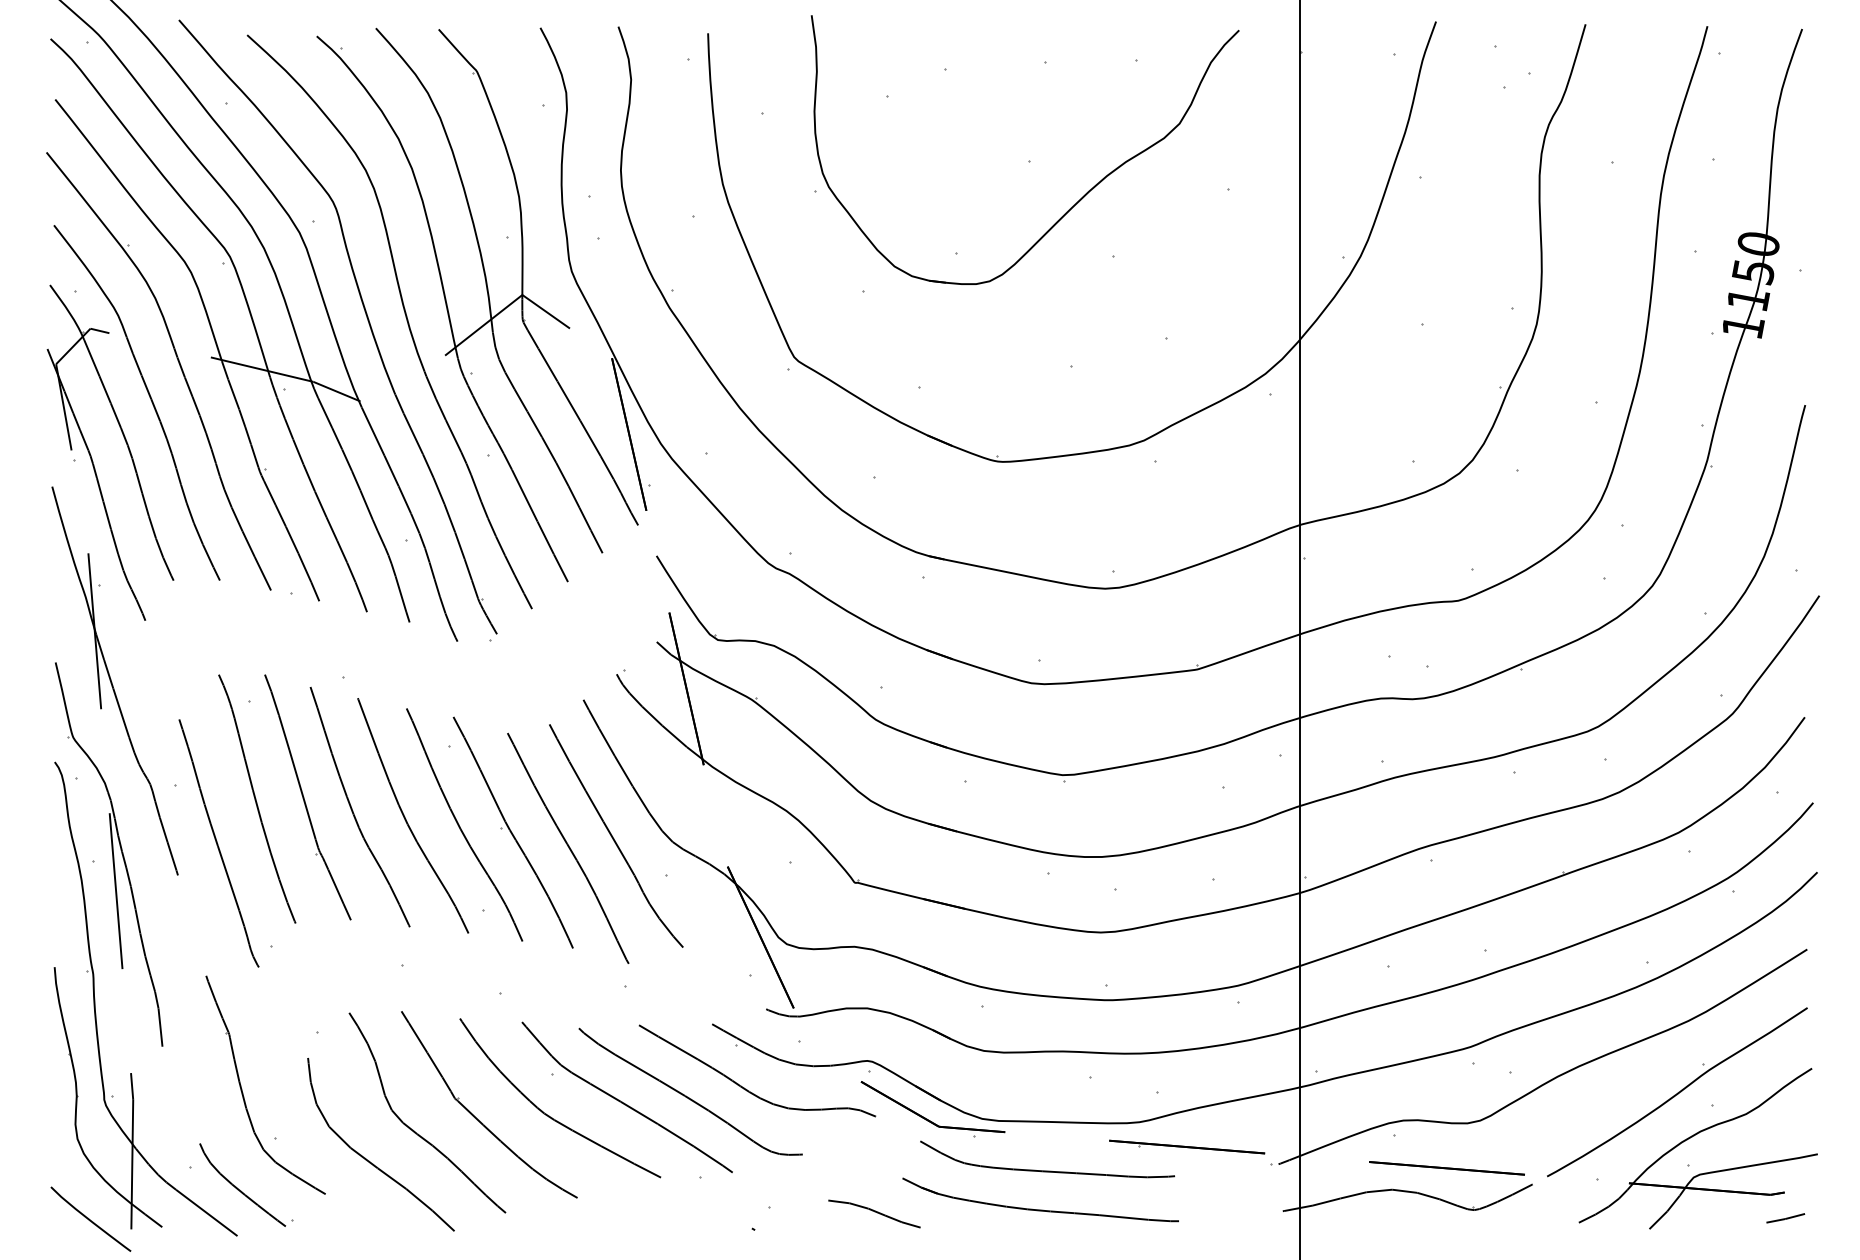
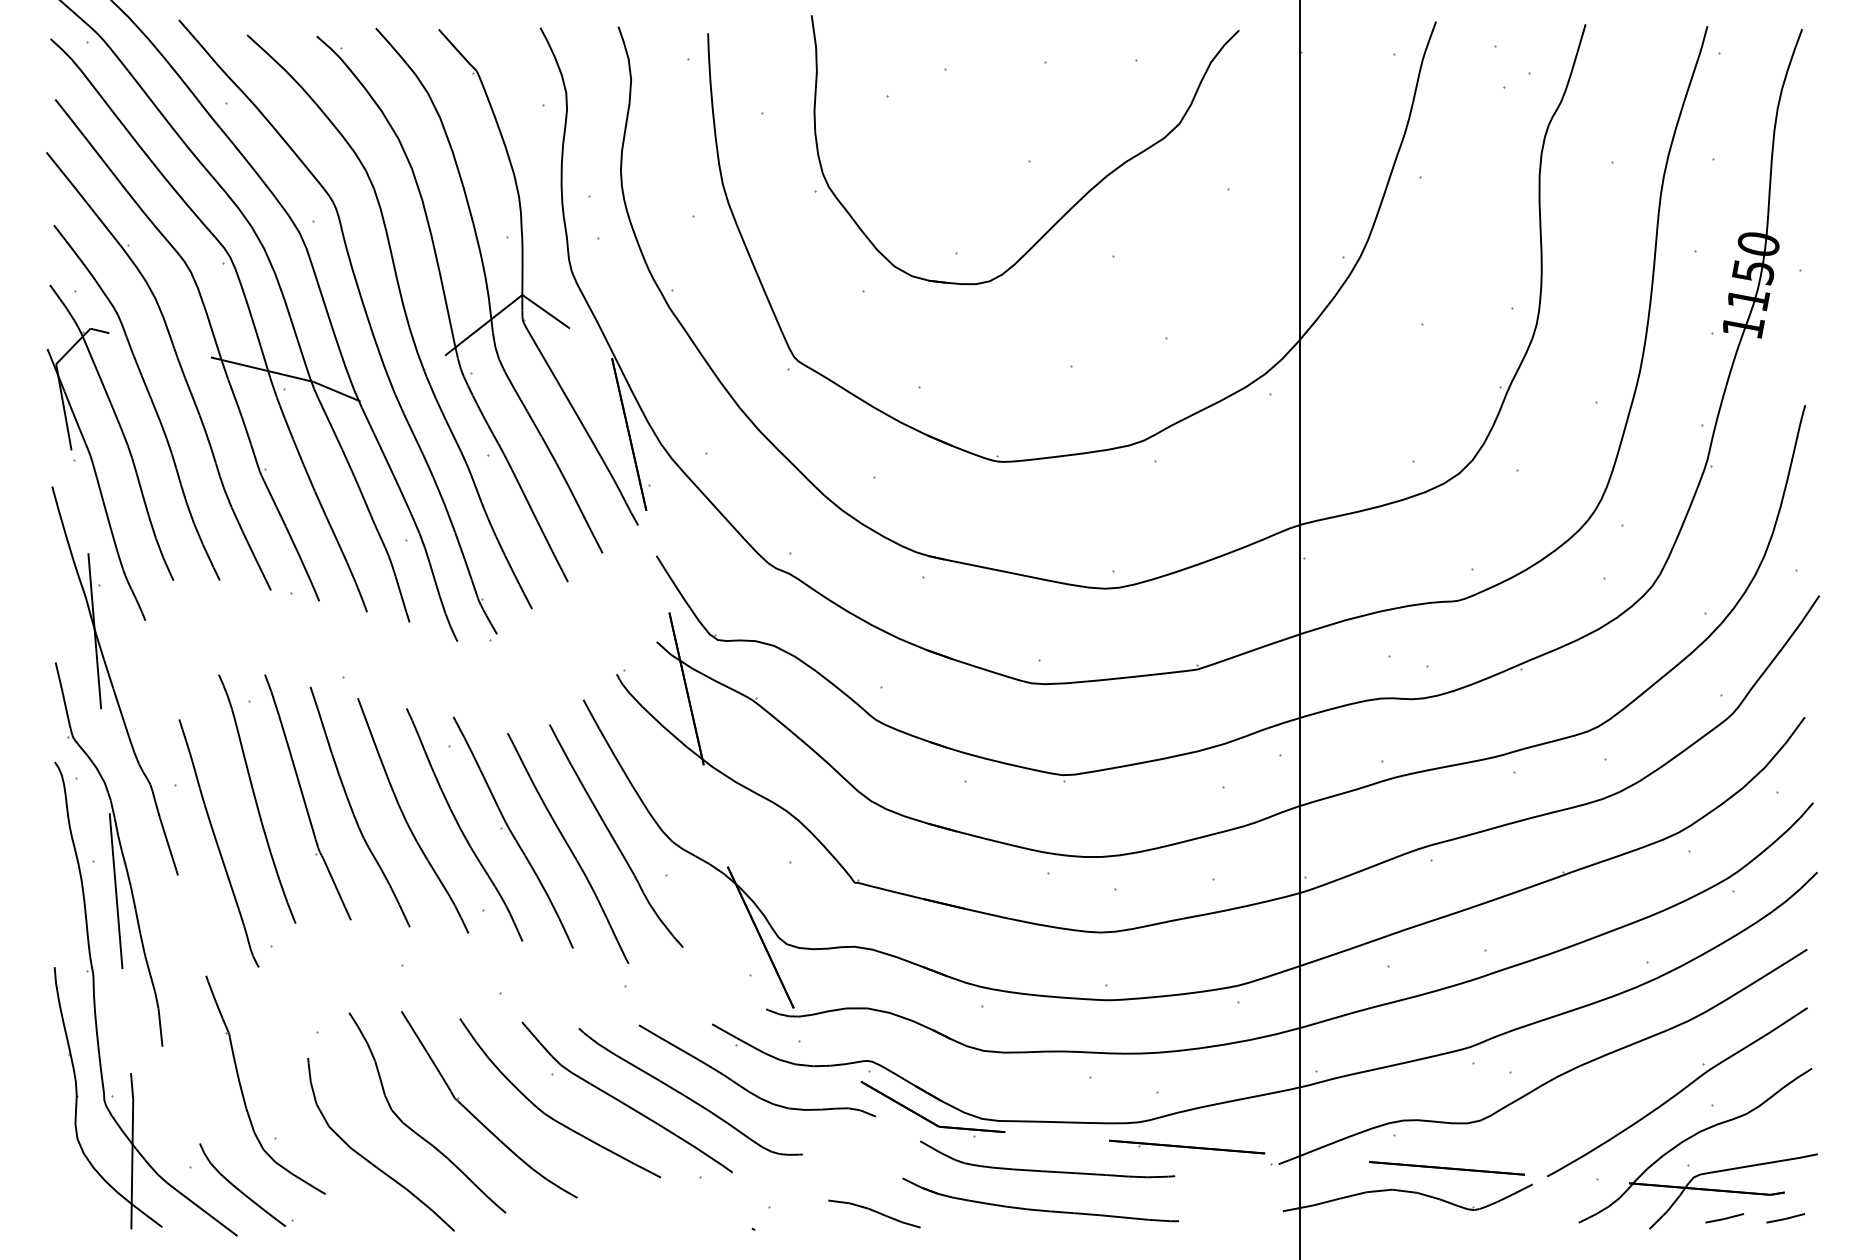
curve at (89, 1218): present -> none
line at (1724, 1218): none -> present
